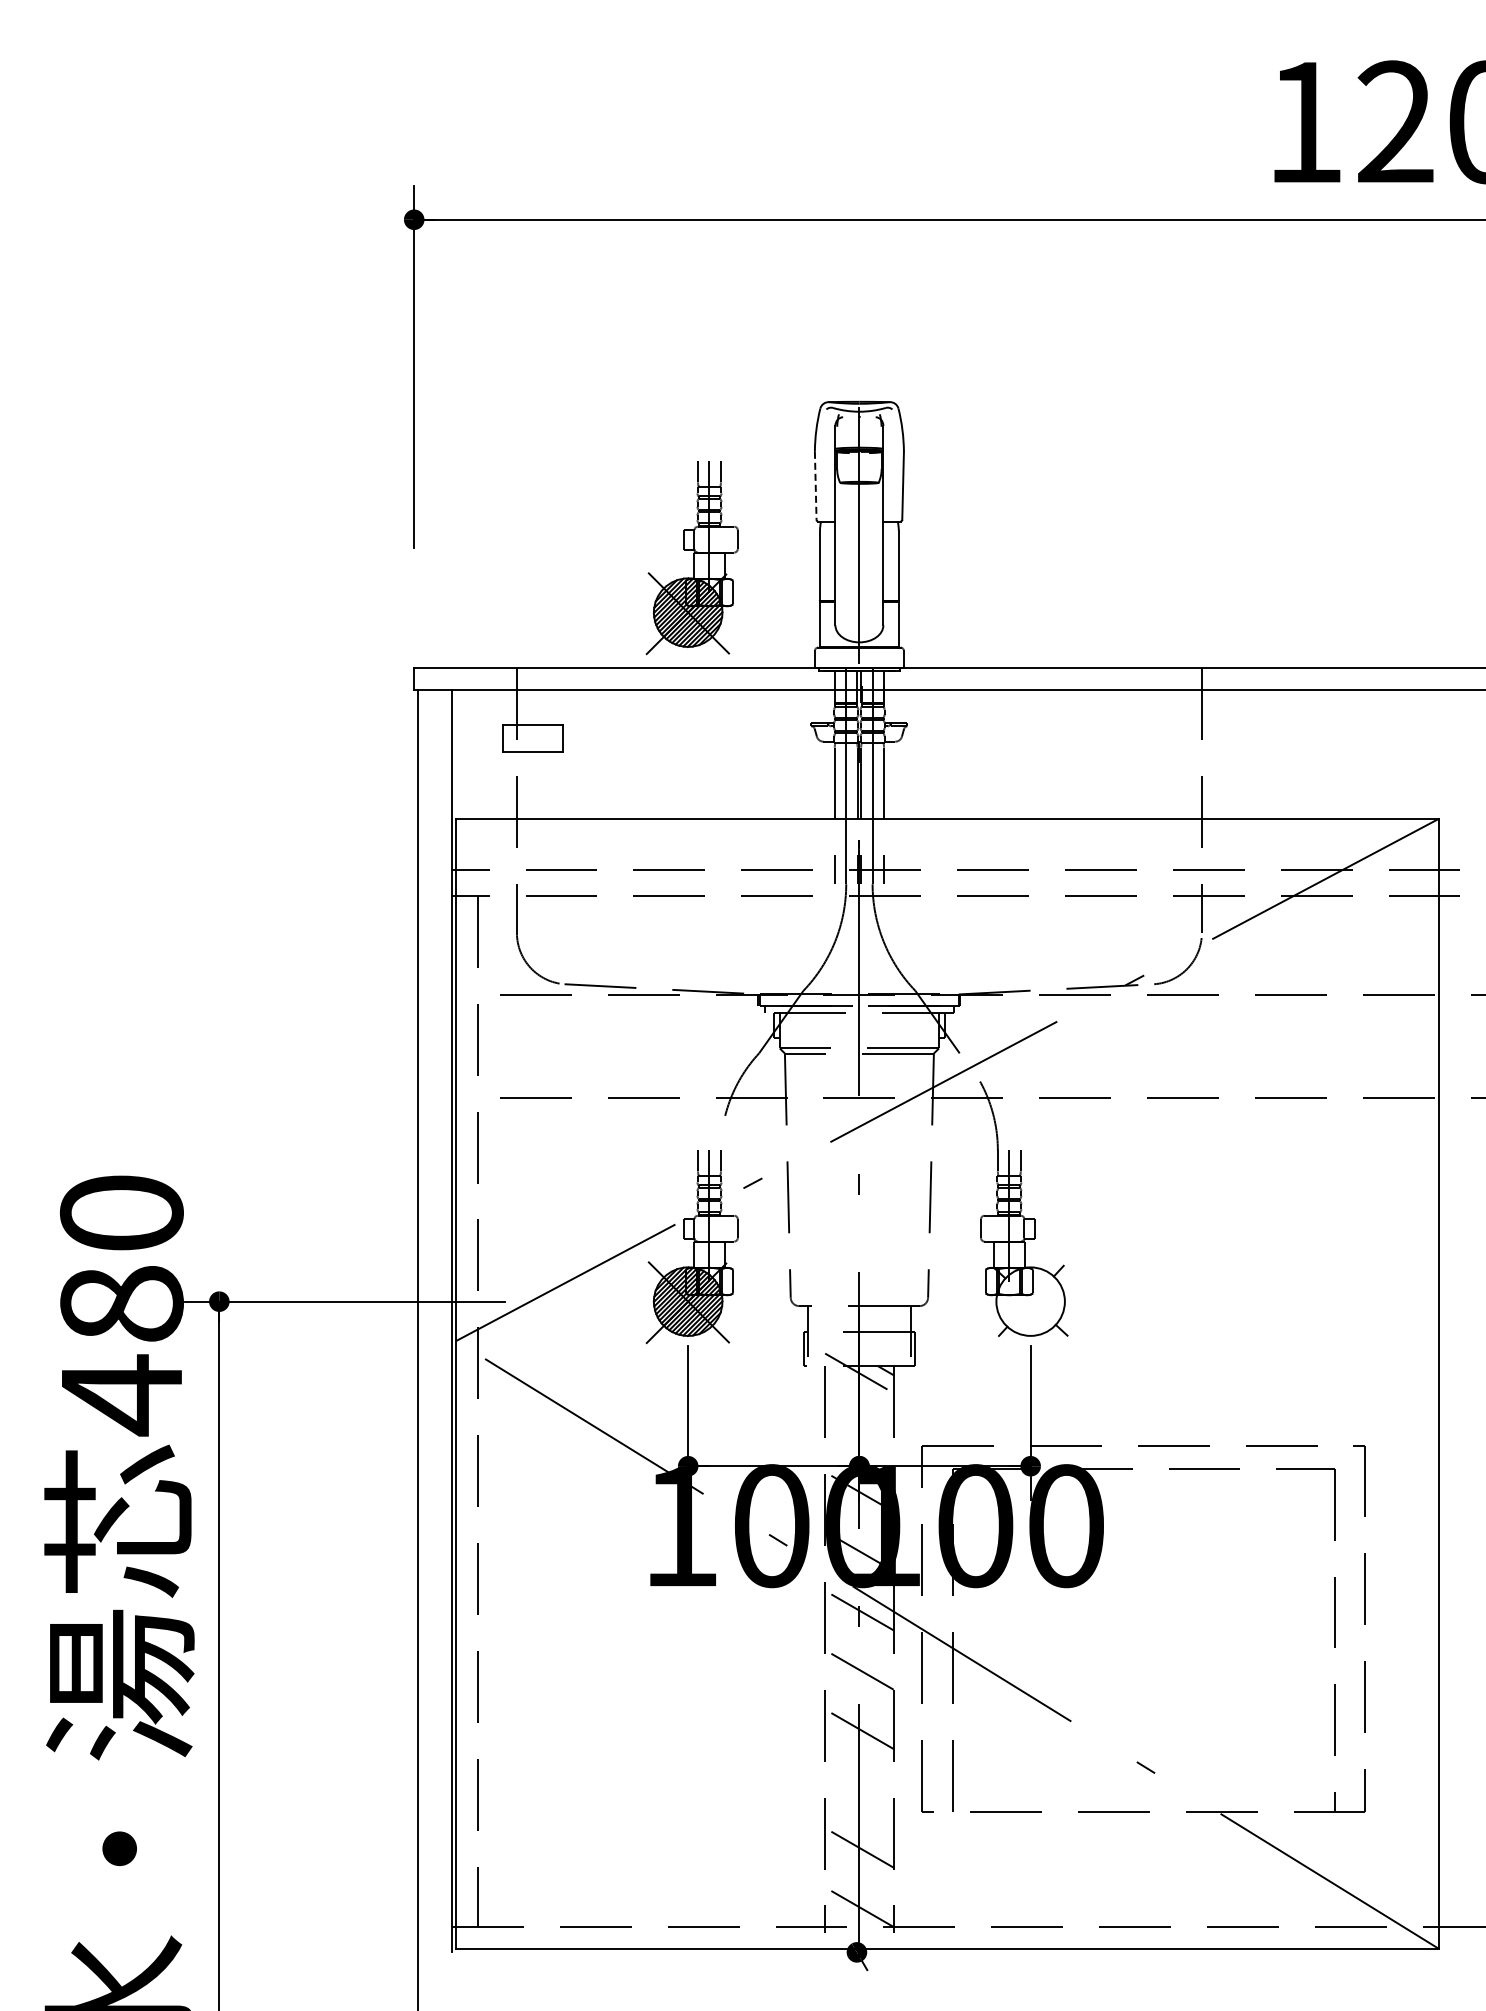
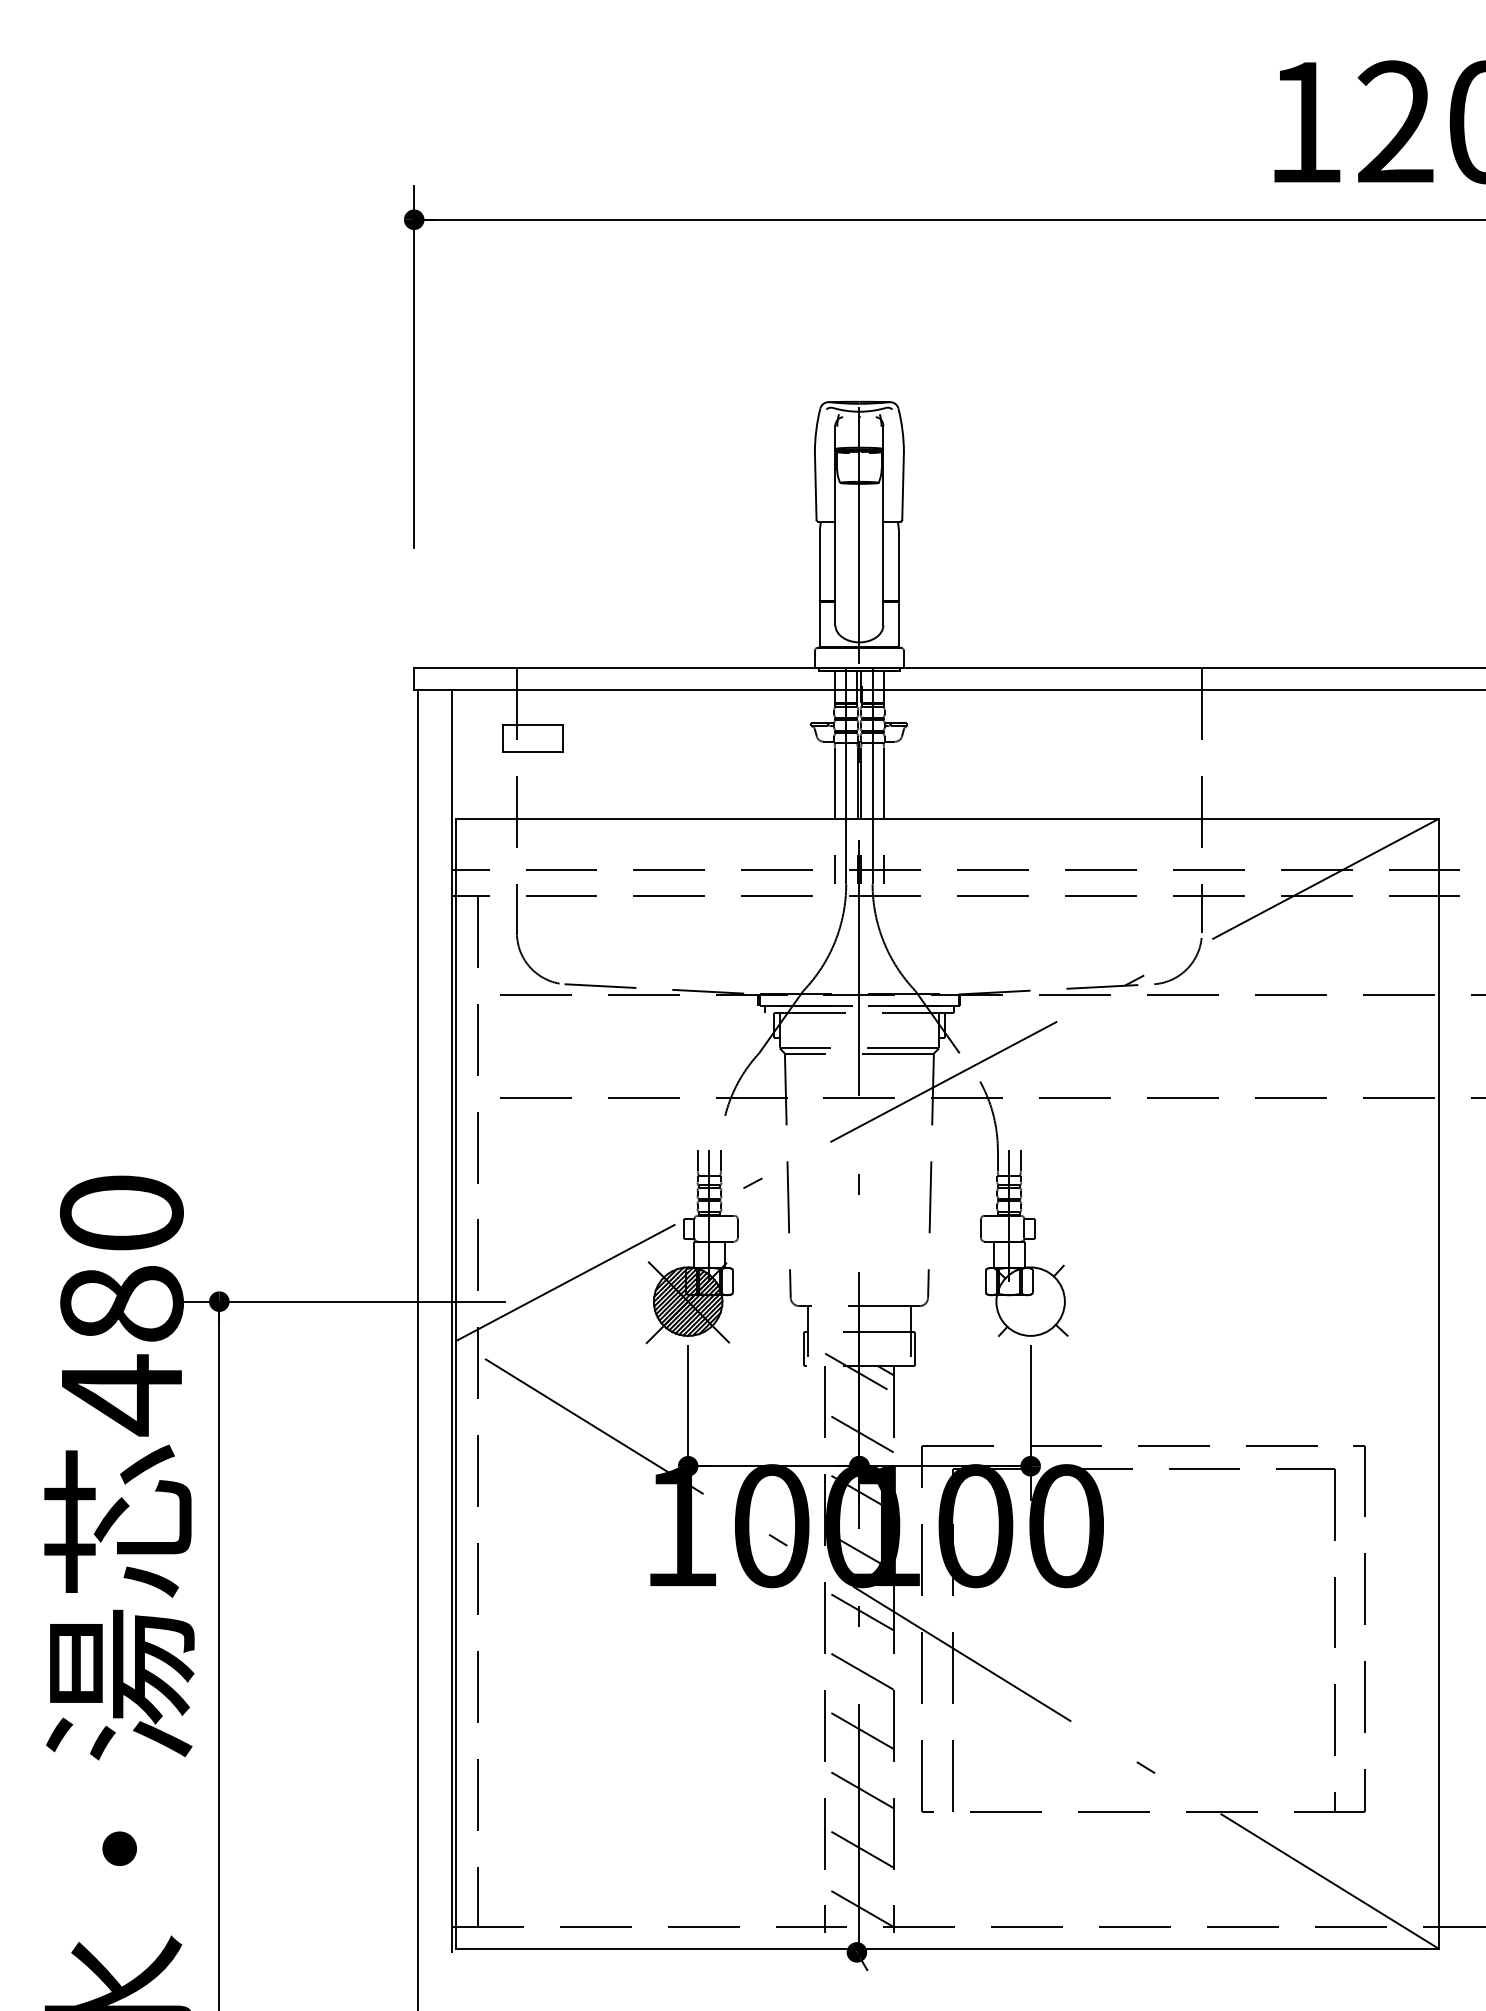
line at (815, 486): dashed -> solid
part at (691, 558): present -> none
line at (859, 1432): none -> present
line at (859, 1788): none -> present
